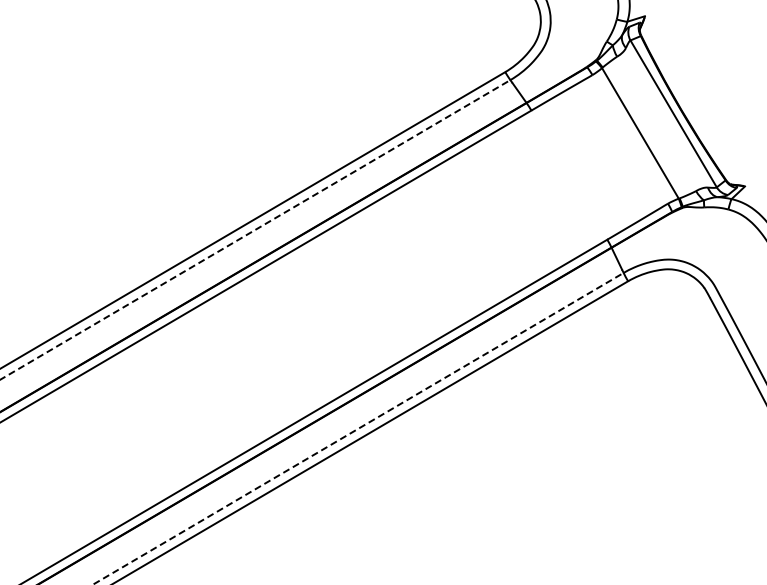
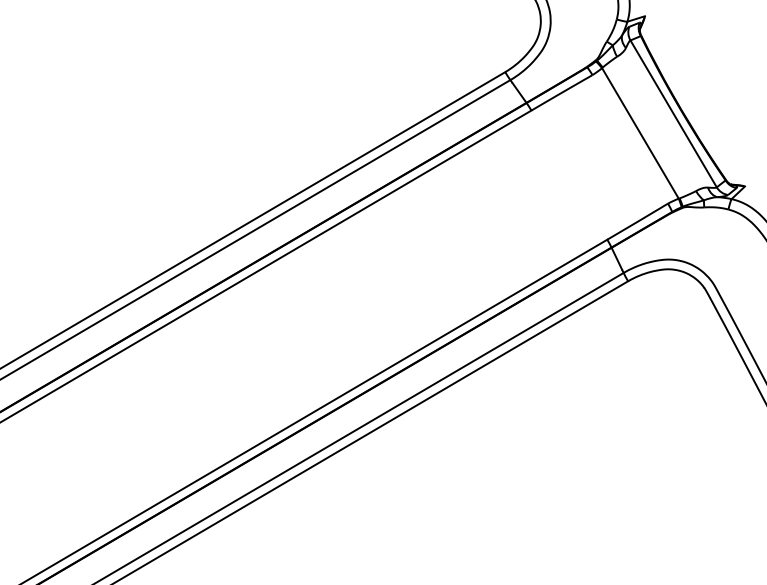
line at (256, 229): dashed -> solid
line at (358, 428): dashed -> solid
